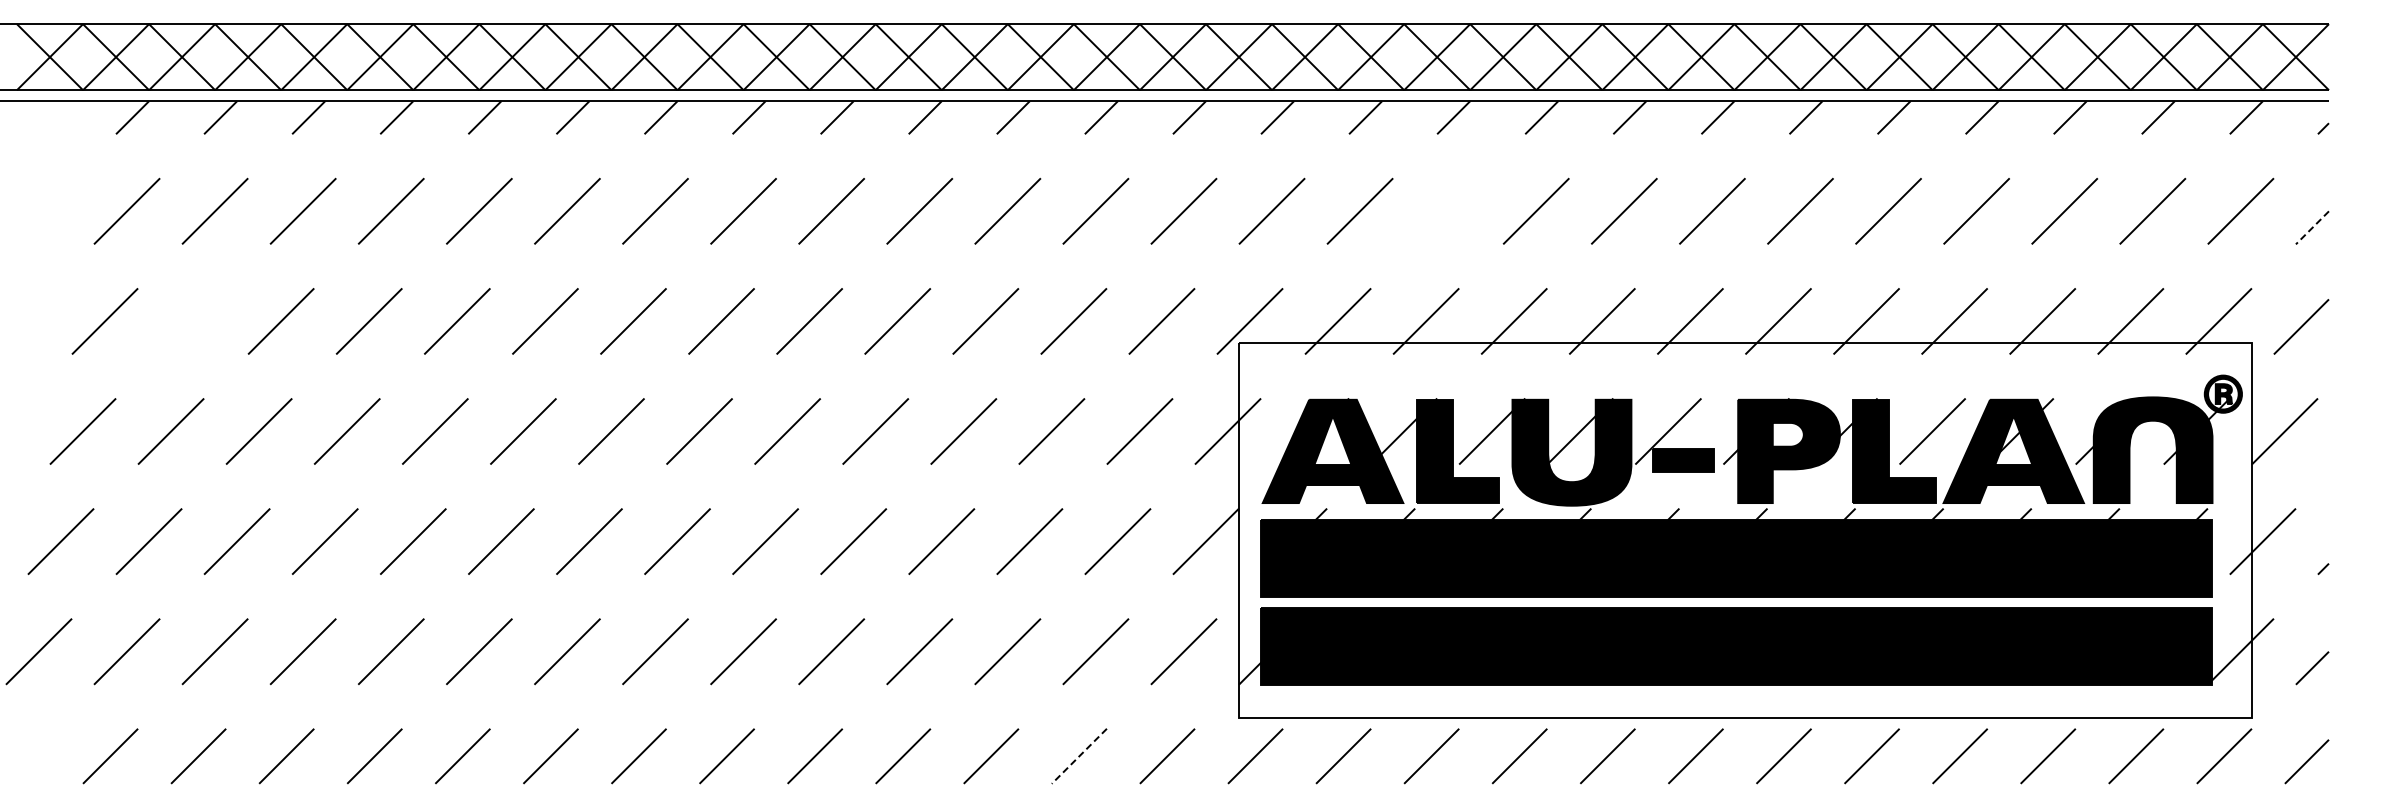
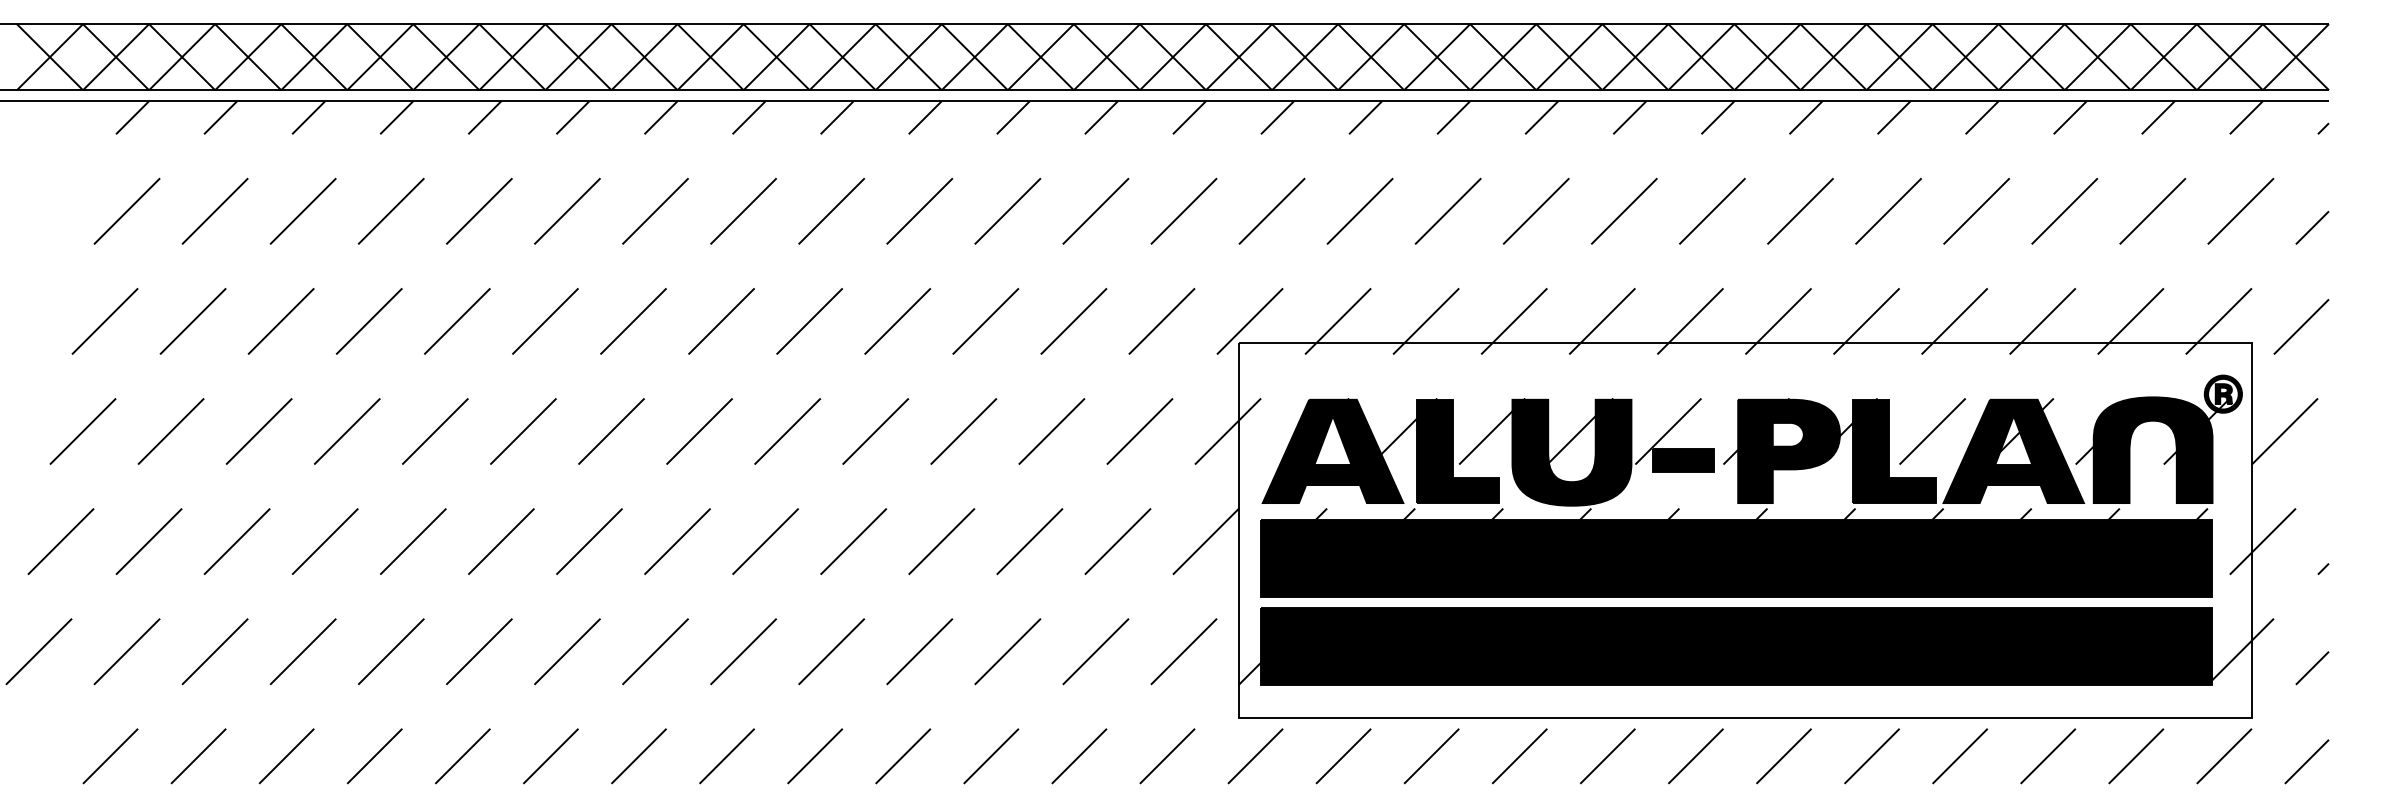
line at (1447, 210): none -> present
line at (2312, 228): dashed -> solid
line at (192, 321): none -> present
line at (1079, 756): dashed -> solid
